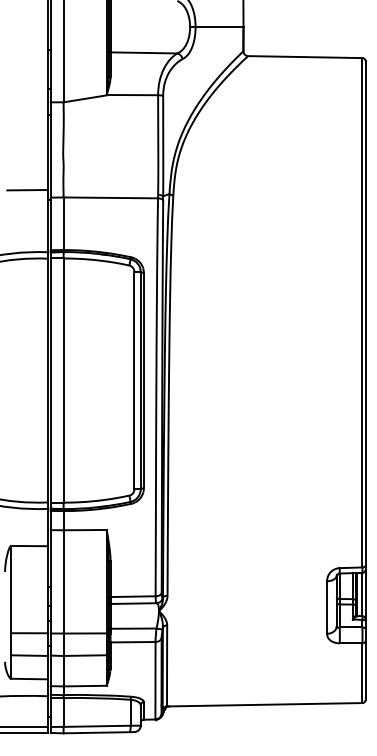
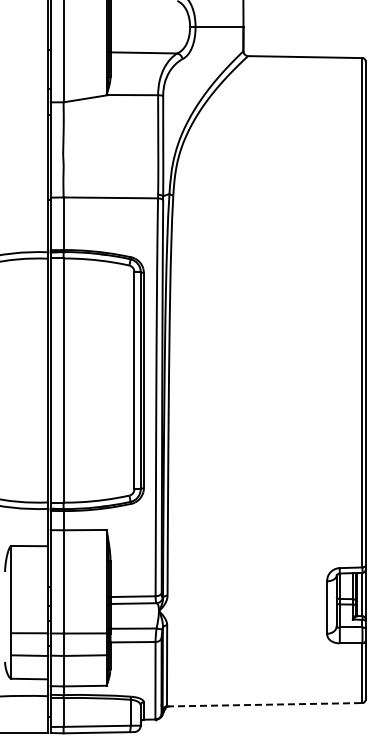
line at (27, 190): present -> none
line at (264, 704): solid -> dashed
line at (24, 726): present -> none
